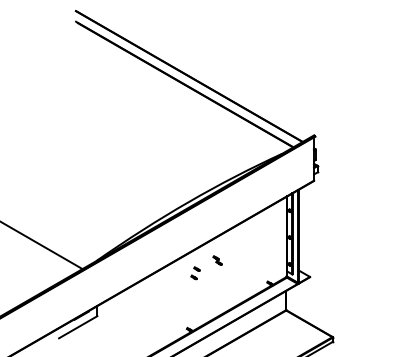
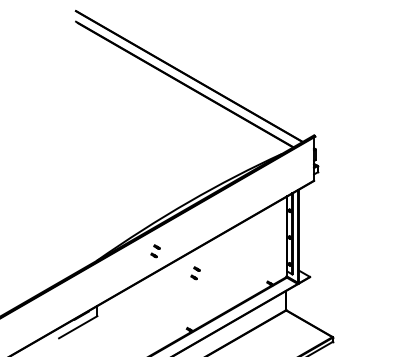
line at (42, 246): present -> none
part at (155, 251): none -> present
part at (217, 260): present -> none
